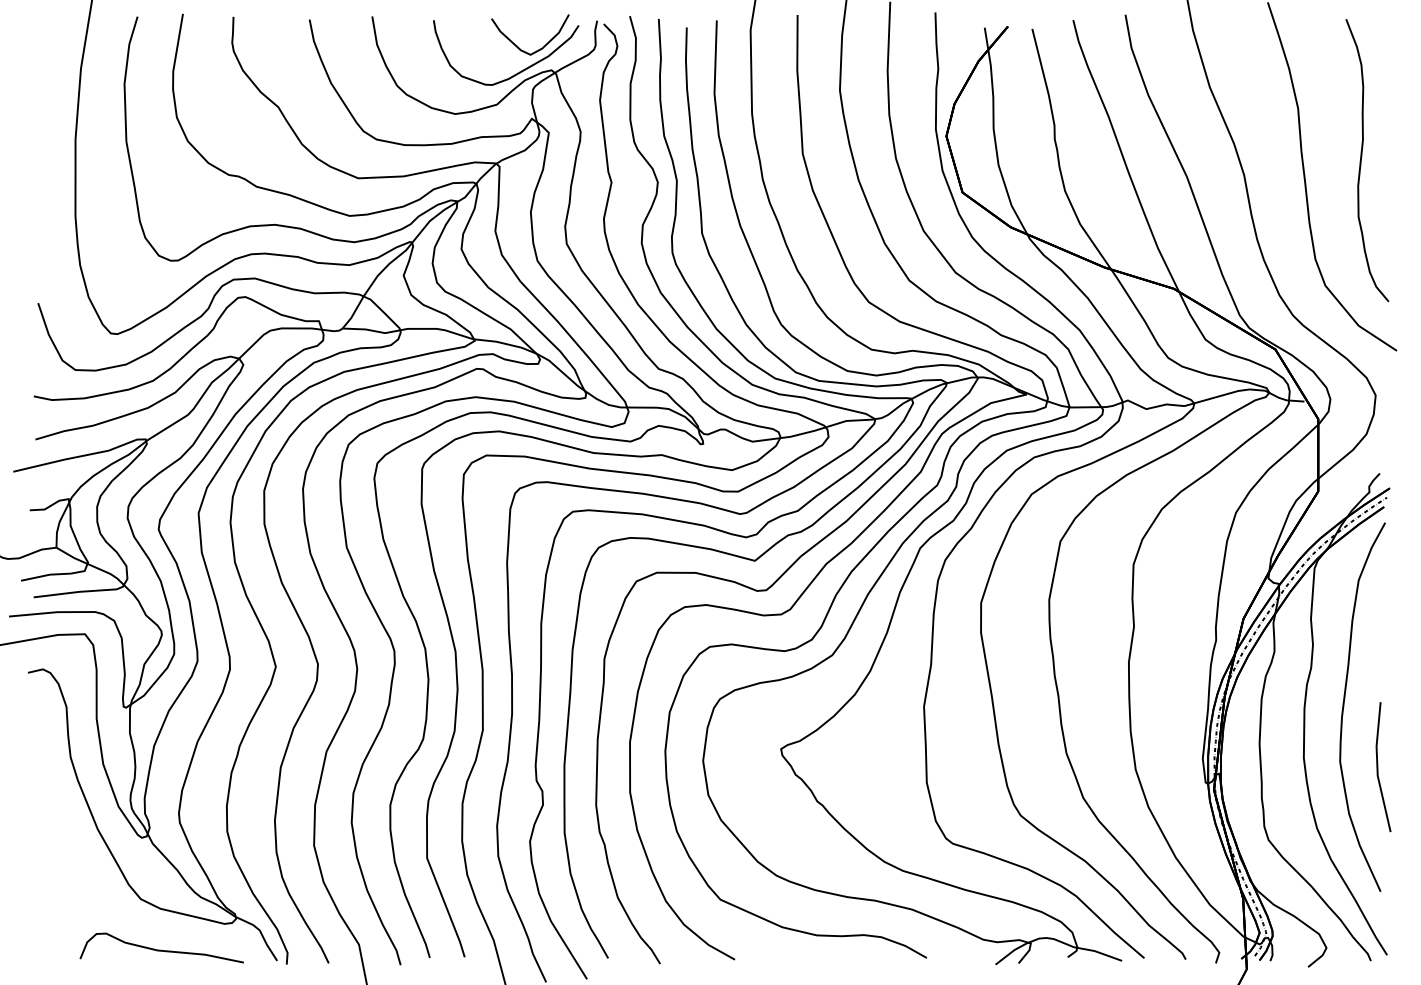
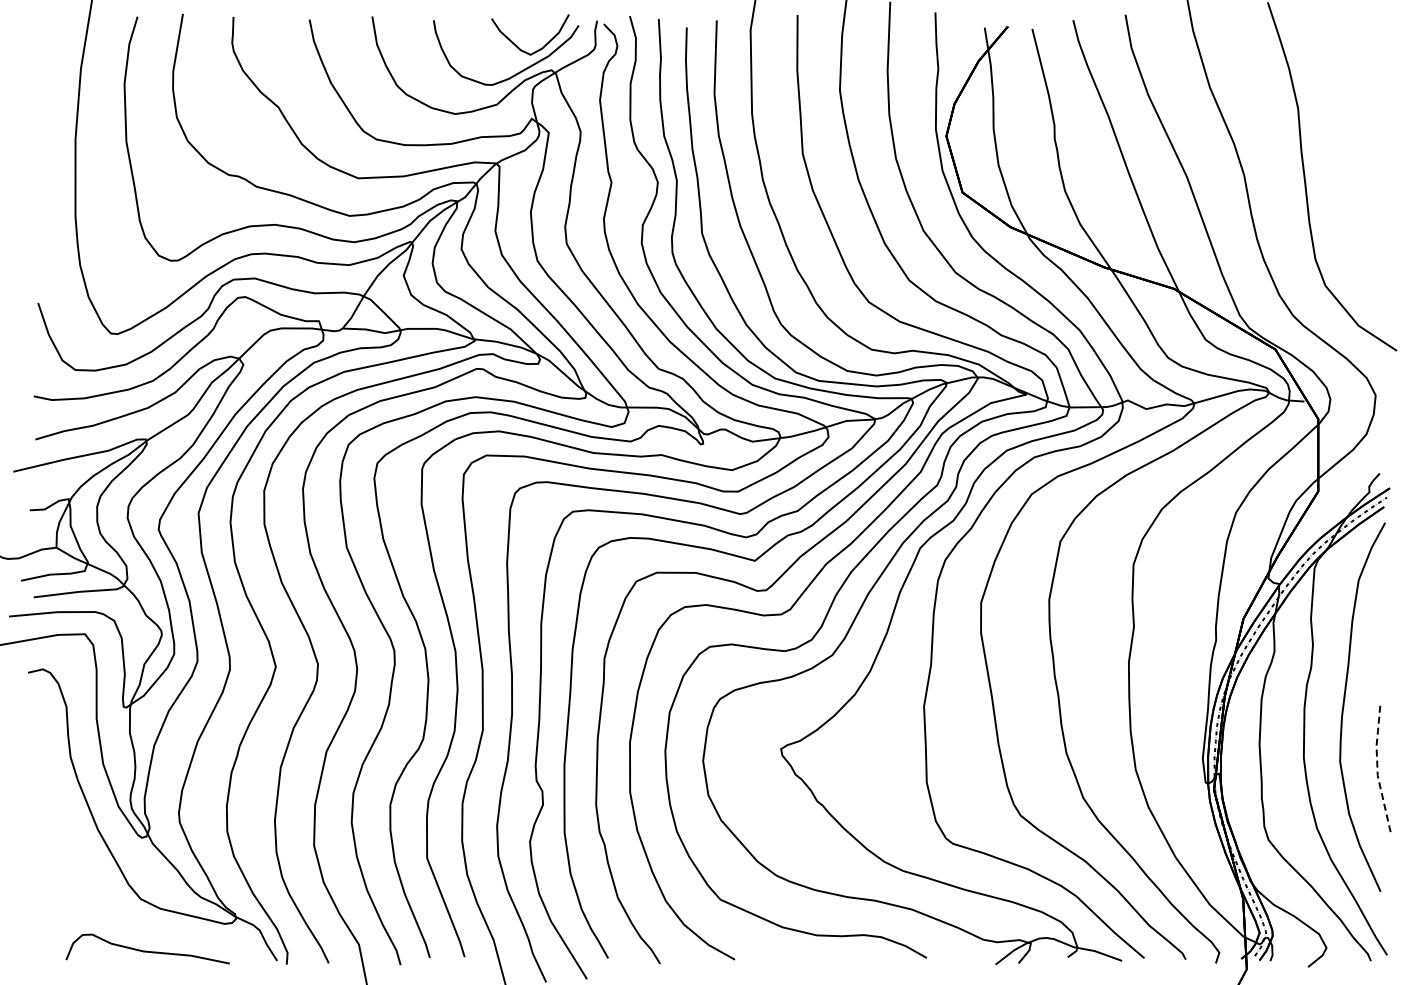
curve at (1362, 157): present -> none
line at (1377, 766): solid -> dashed
curve at (161, 949) position: (161, 949) -> (147, 950)
